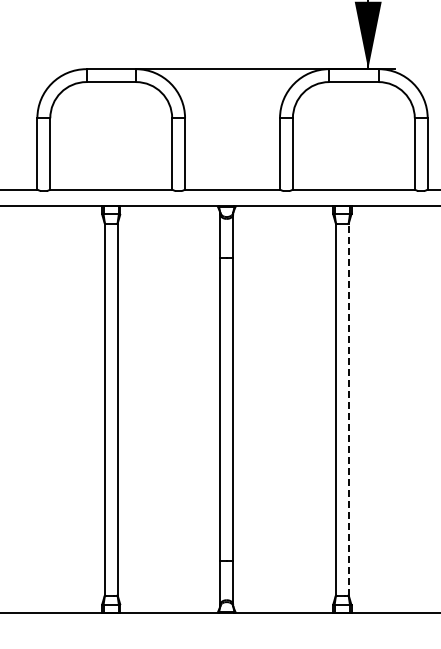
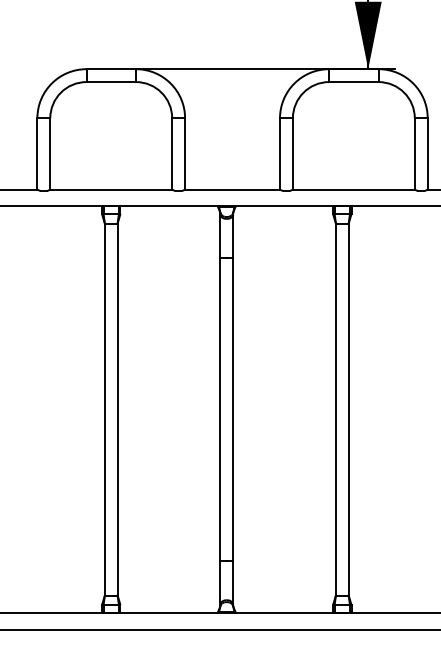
line at (348, 409): dashed -> solid
line at (219, 629): none -> present
